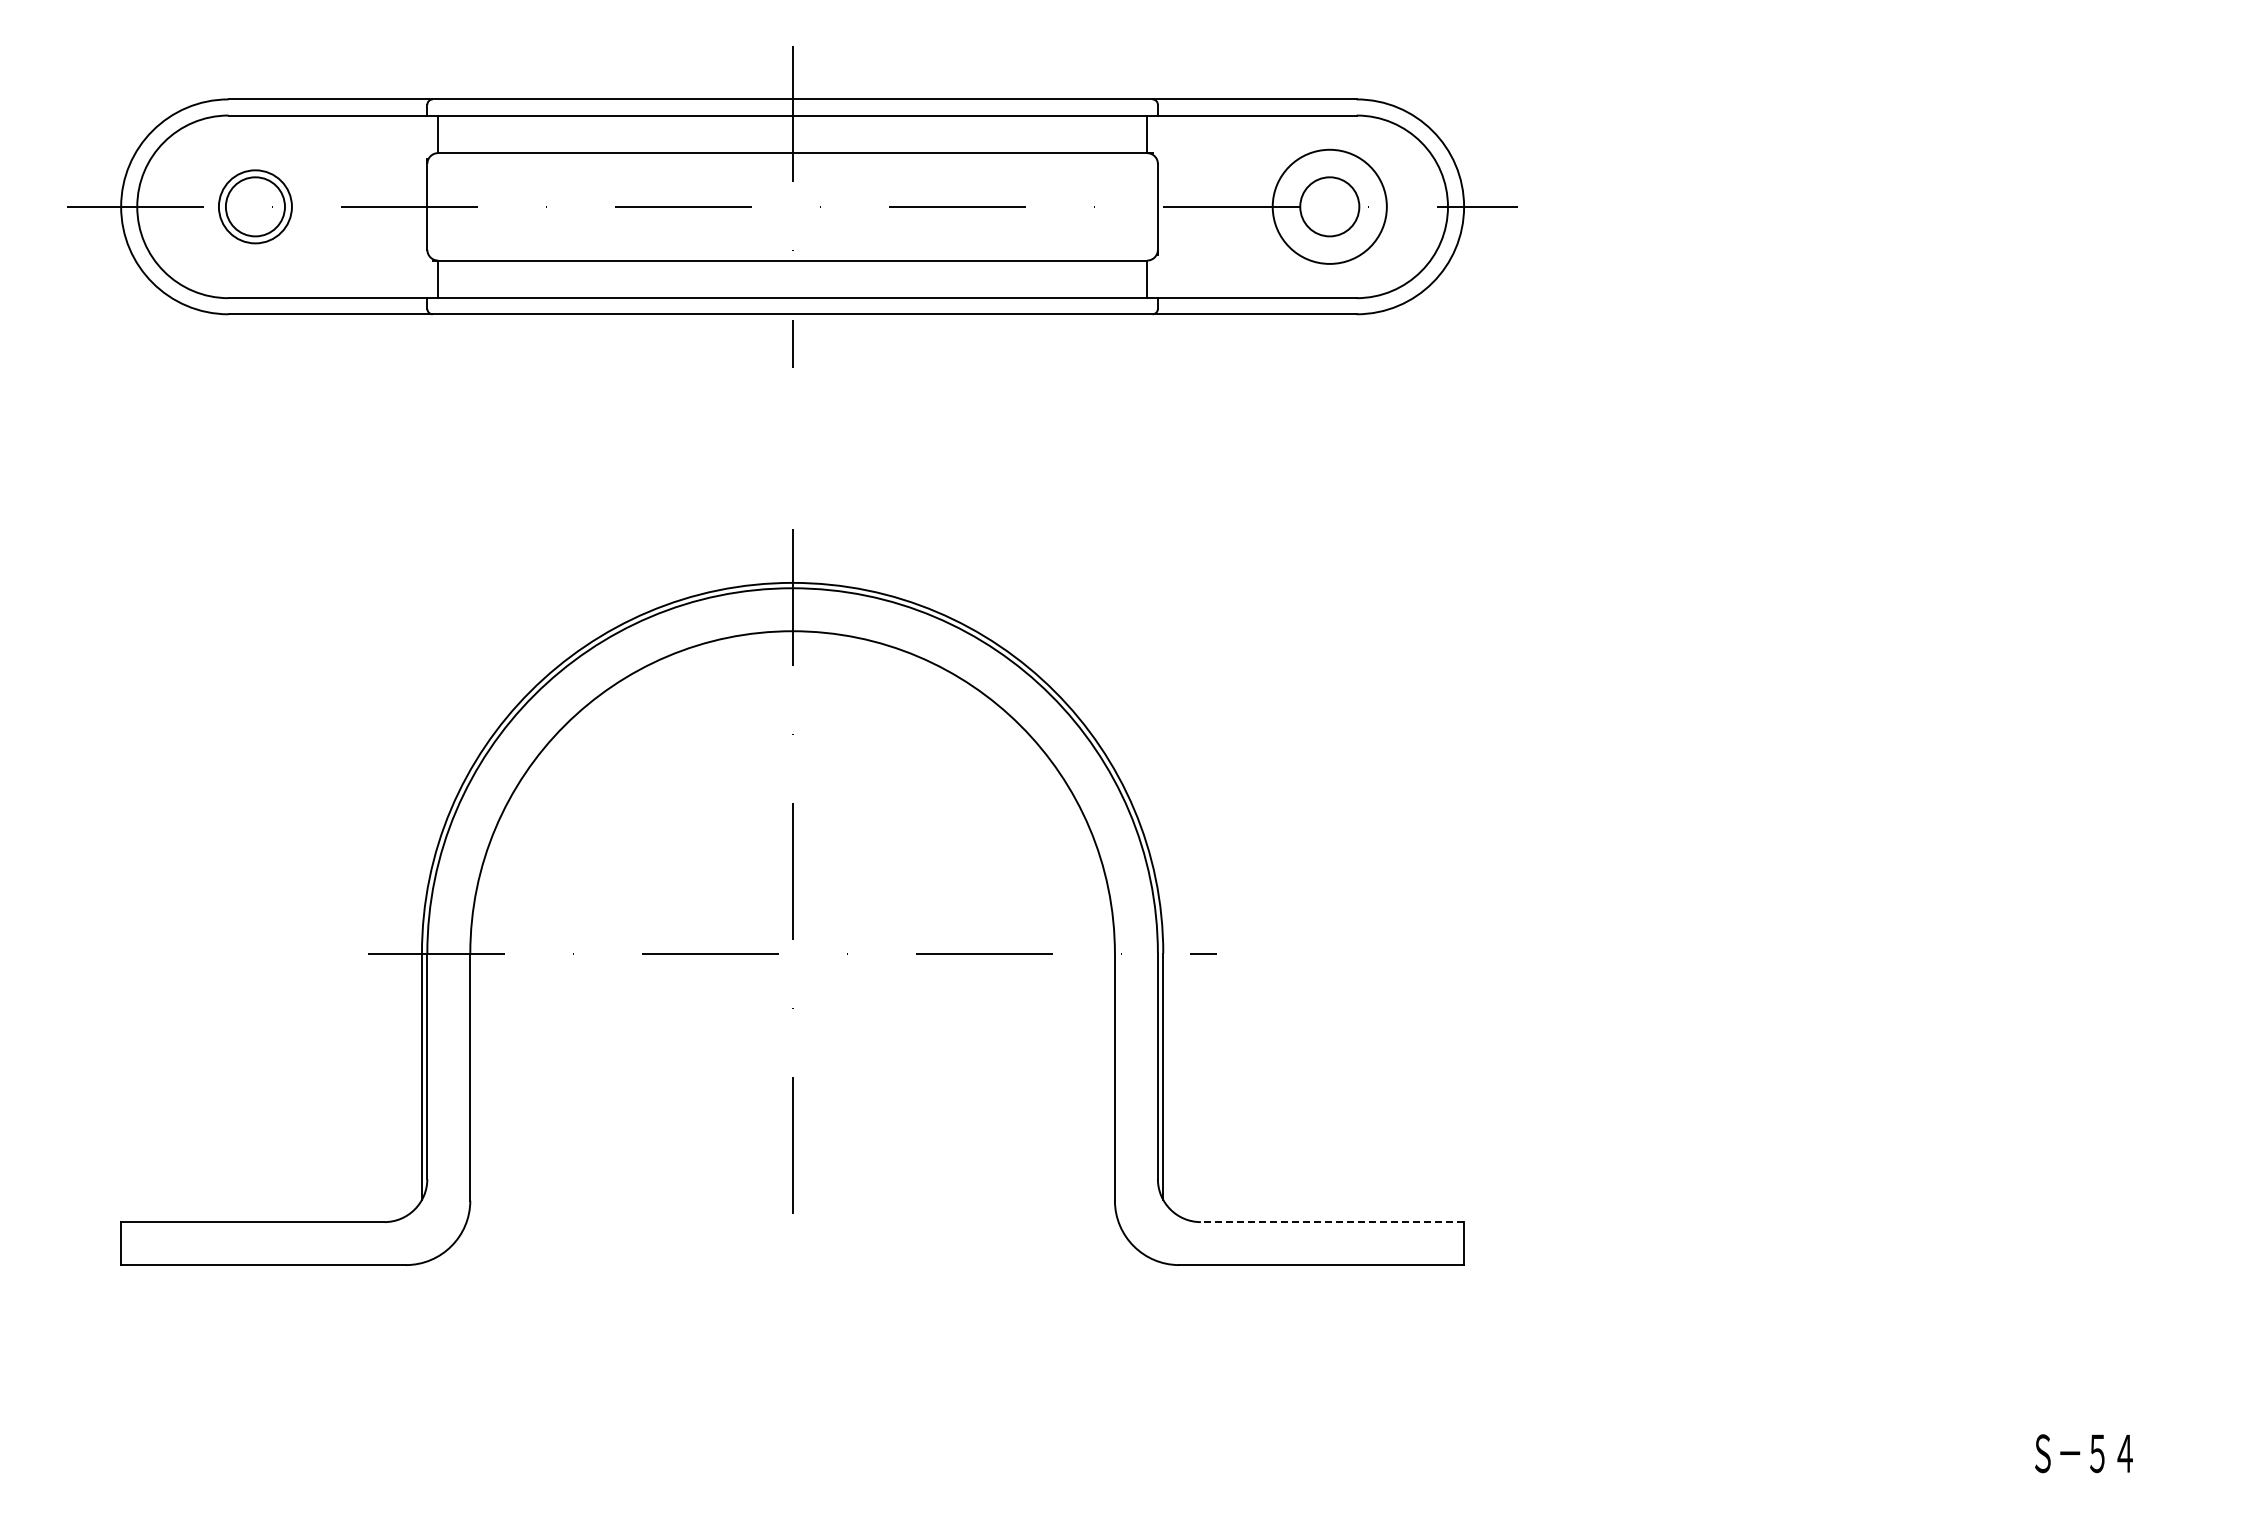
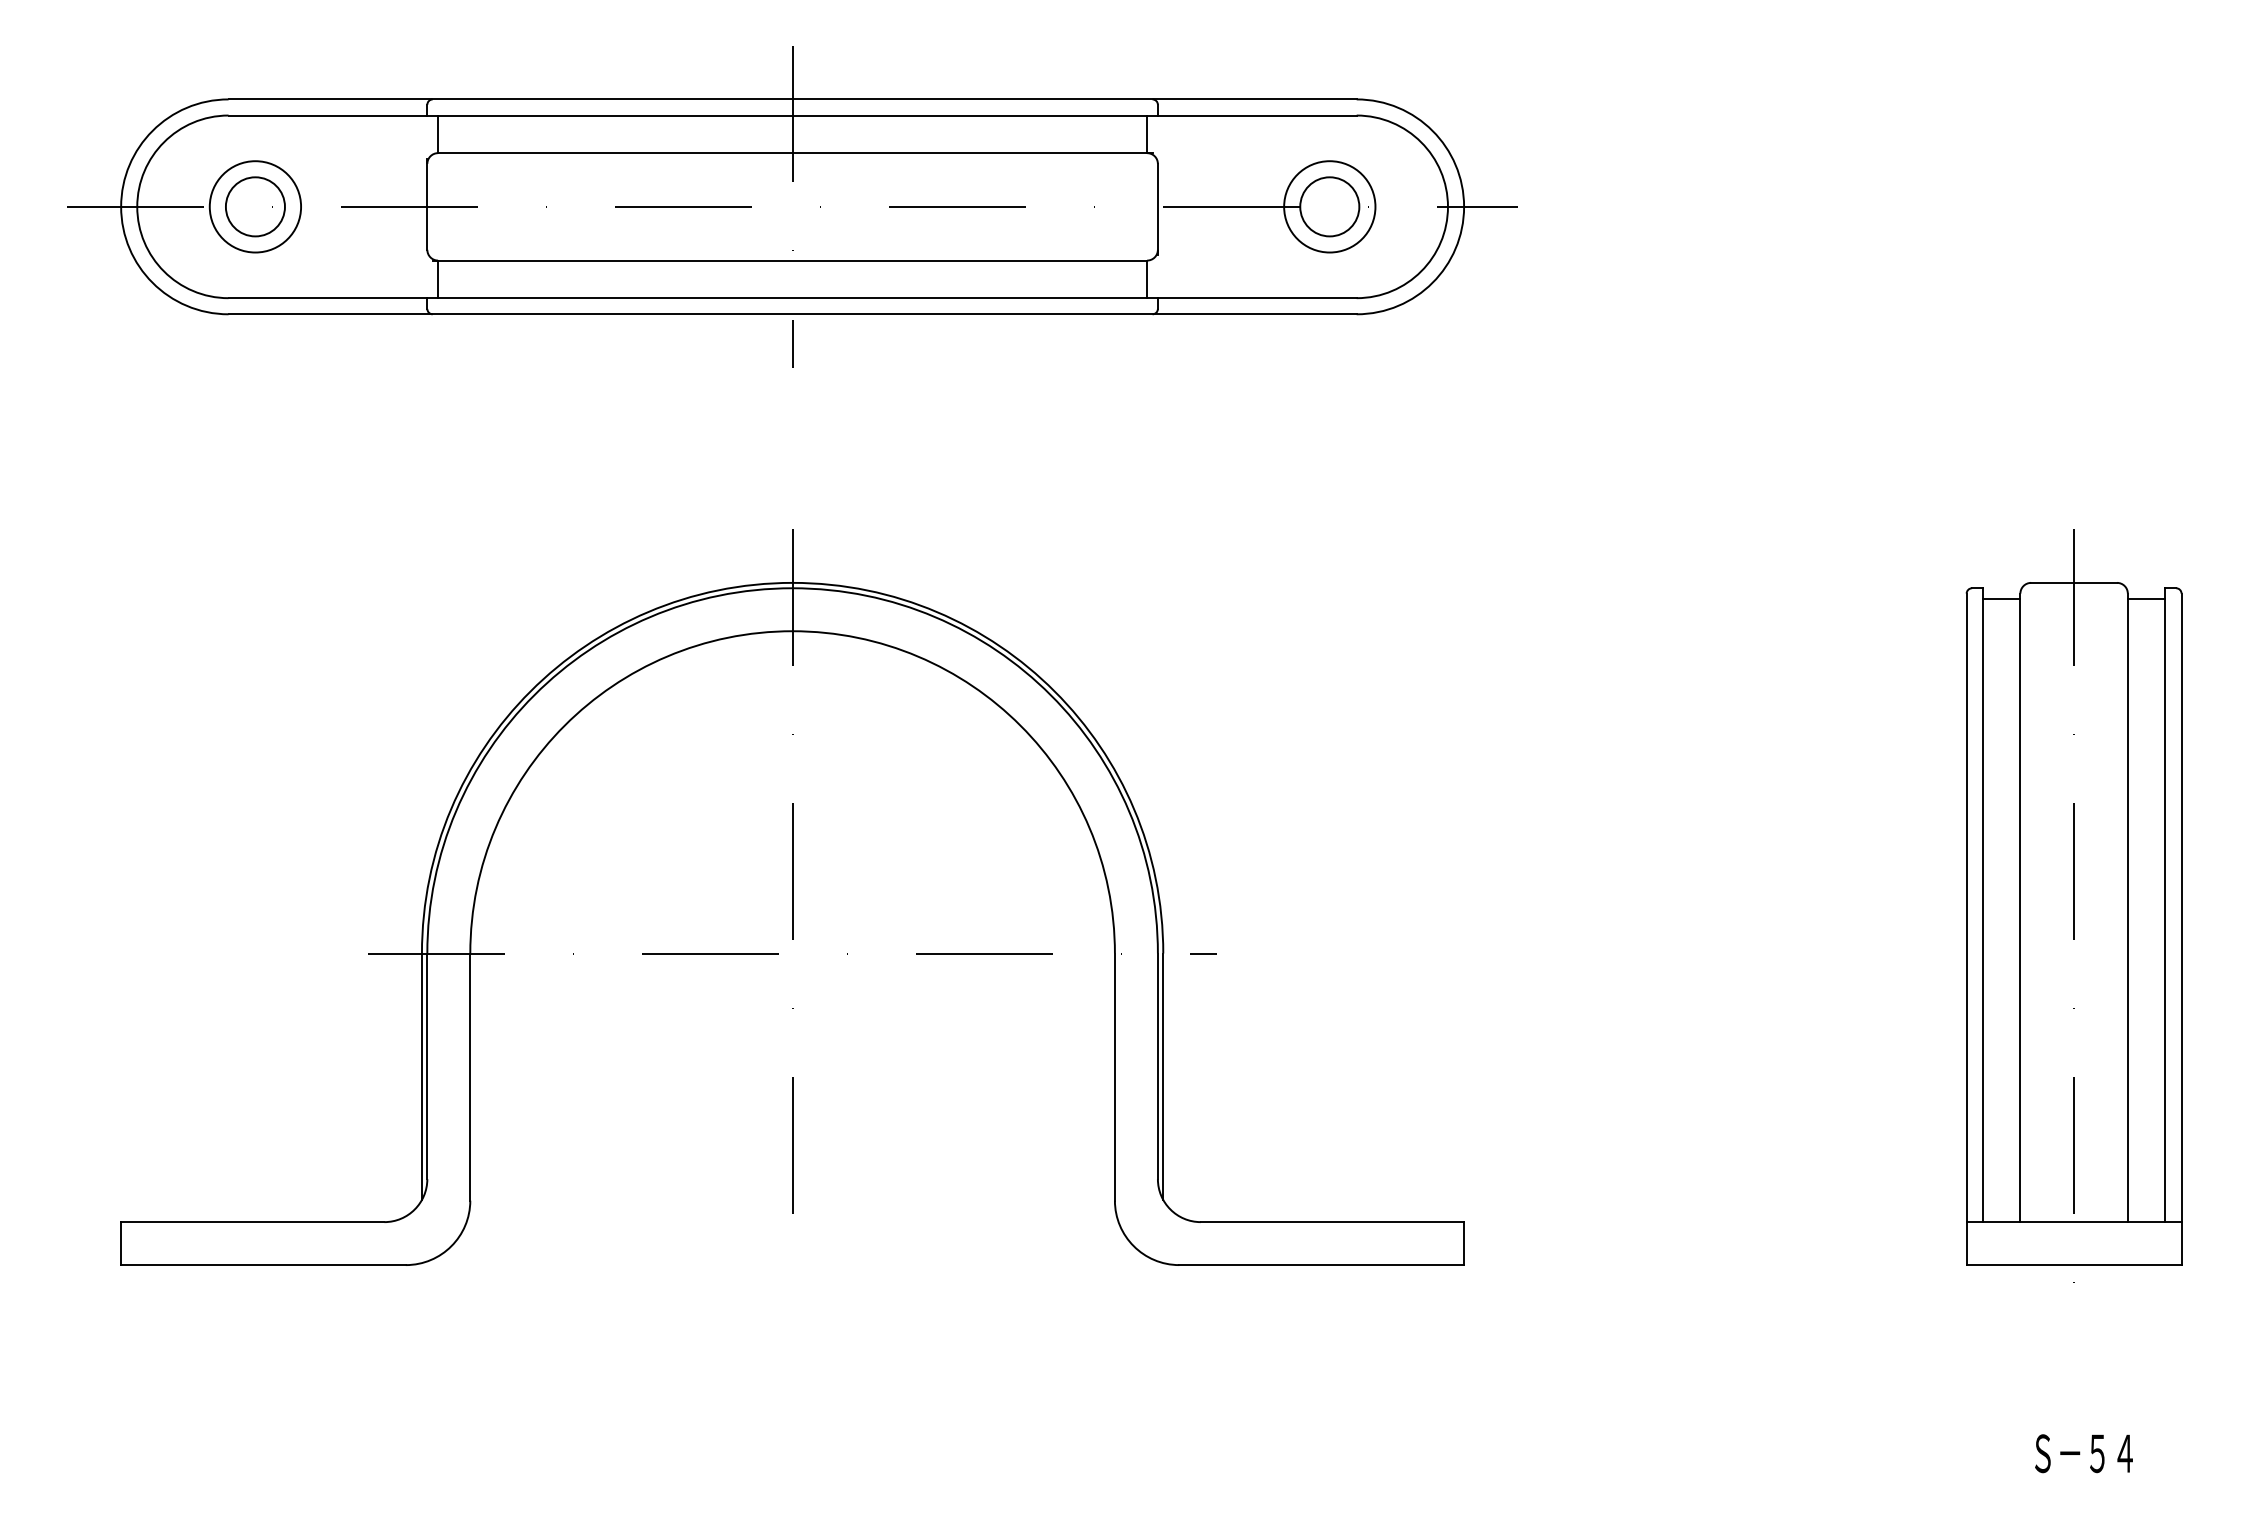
circle at (254, 206) diameter: 73 px -> 91 px
circle at (1329, 206) diameter: 114 px -> 91 px
part at (2073, 905): none -> present
line at (1332, 1222): dashed -> solid
